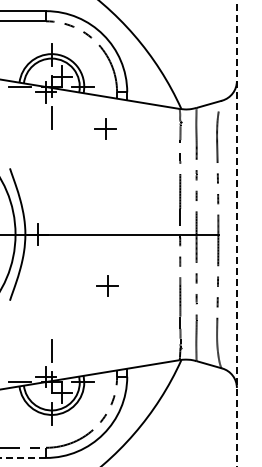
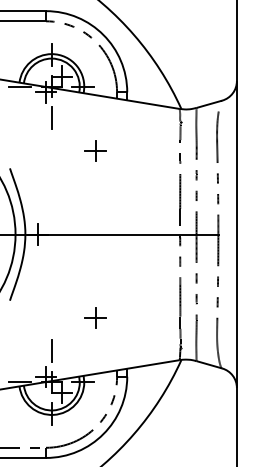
part at (105, 128) position: (105, 128) -> (95, 150)
line at (236, 233): dashed -> solid
part at (107, 285) position: (107, 285) -> (95, 317)
line at (23, 457): dashed -> solid
